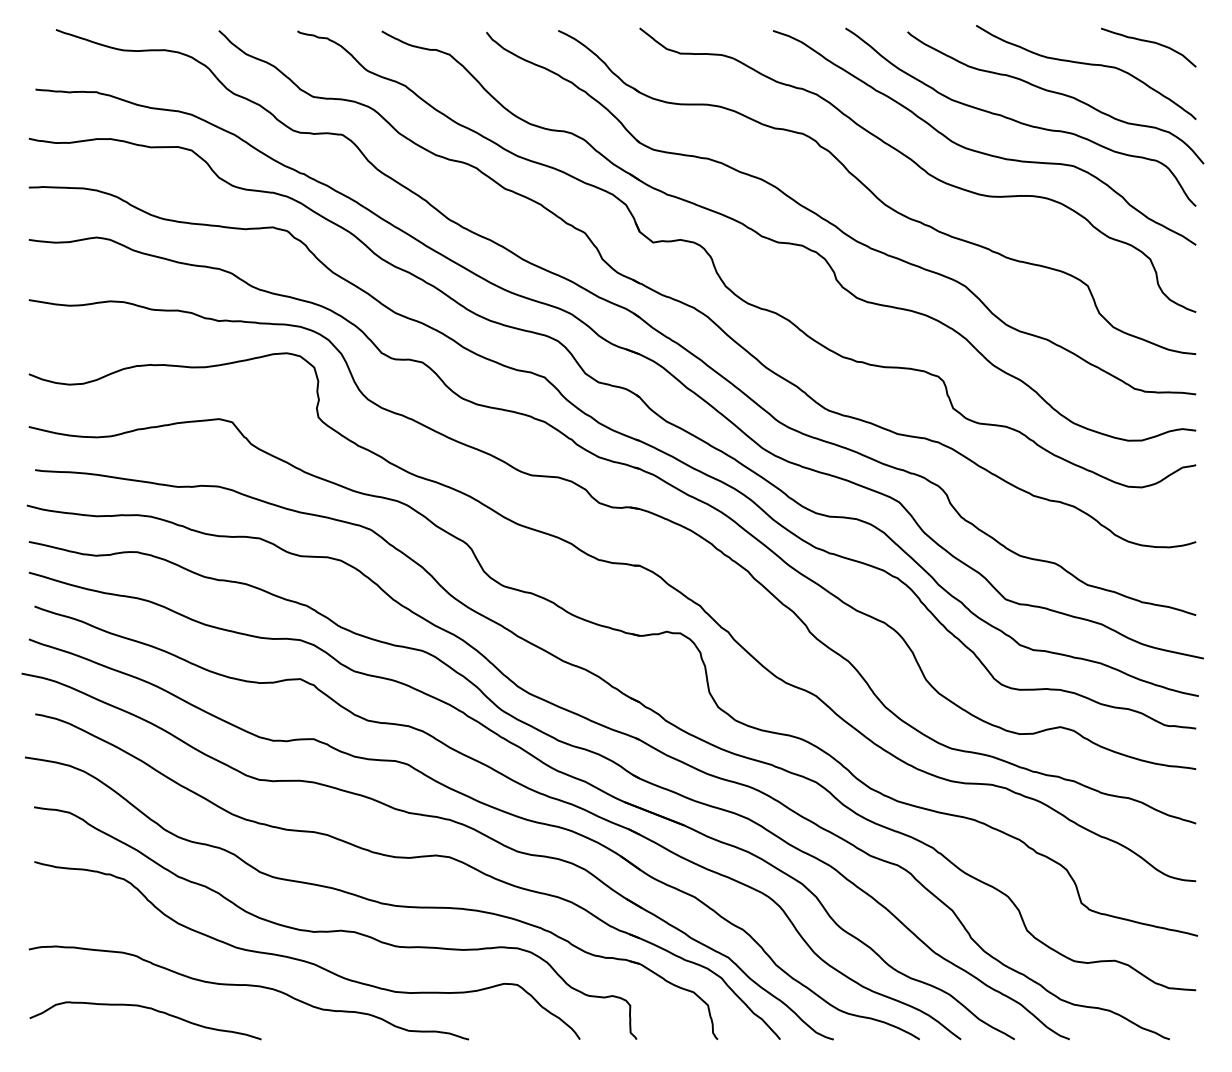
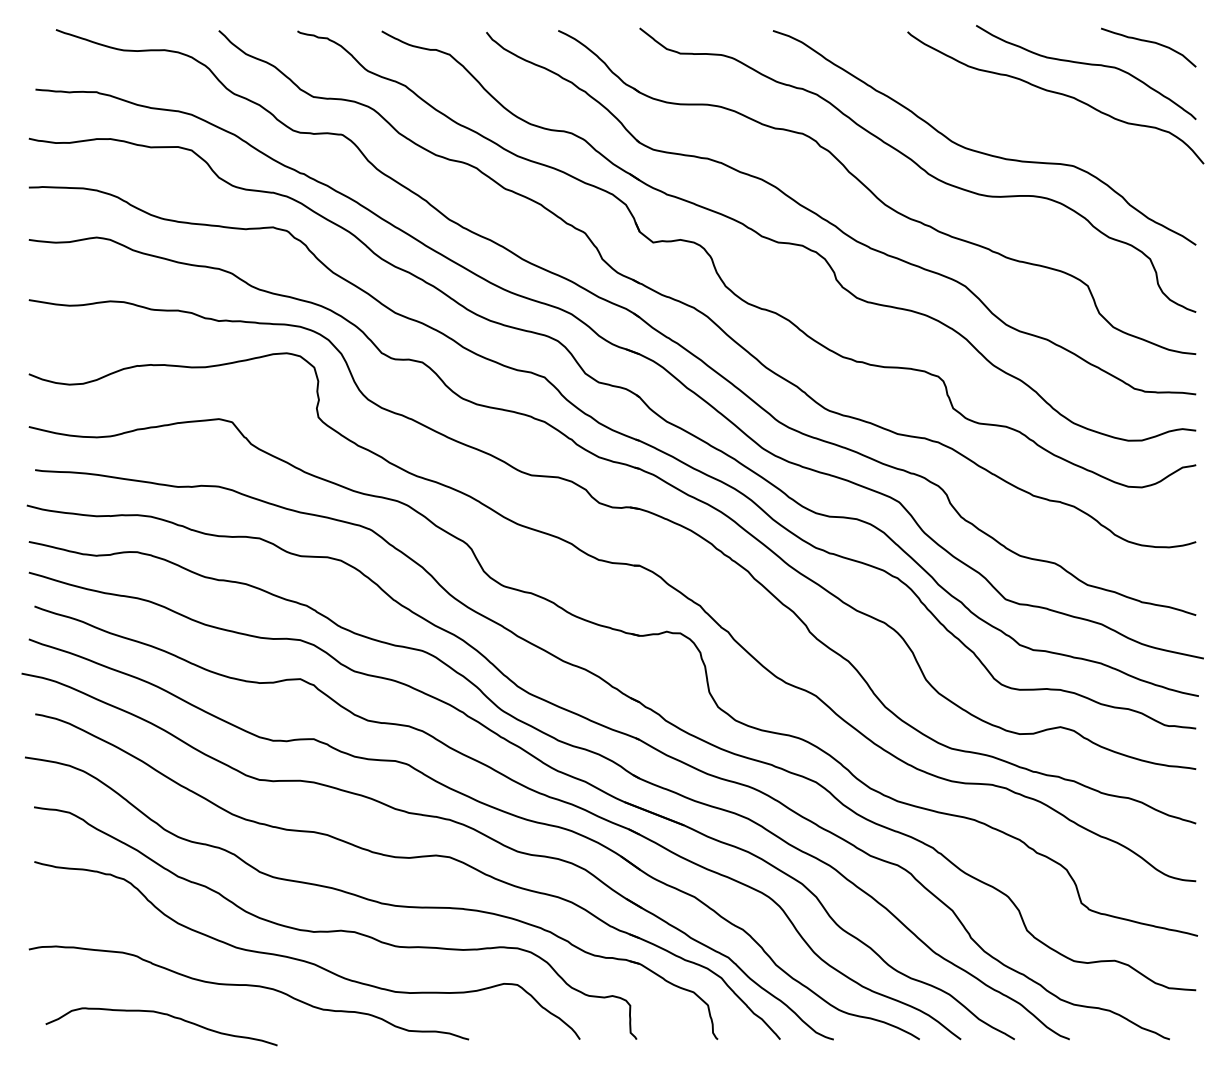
curve at (1017, 120): present -> none
curve at (149, 1009) position: (149, 1009) -> (165, 1015)
